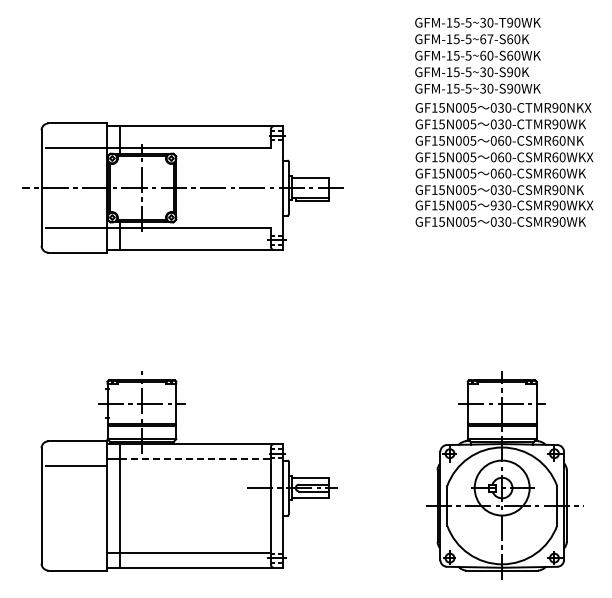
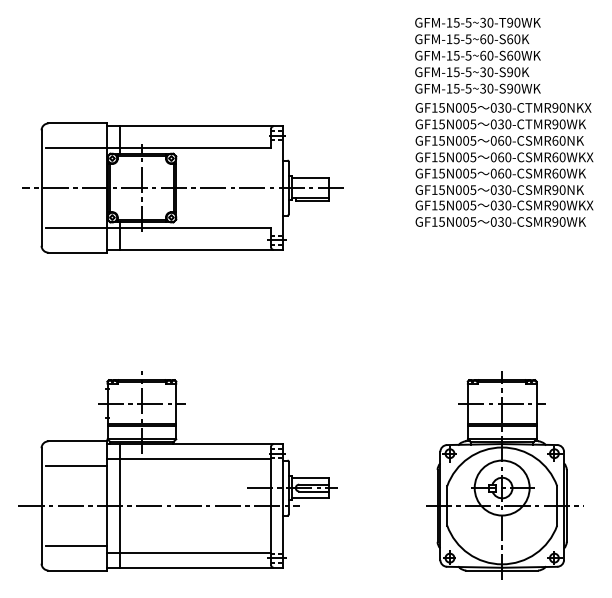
text at (490, 39): GFM-15-5~67-S60K -> GFM-15-5~60-S60K
text at (493, 205): 930-CSMR90WKX -> 030-CSMR90WKX
line at (195, 458): dashed -> solid
line at (159, 505): none -> present
line at (76, 545): none -> present
